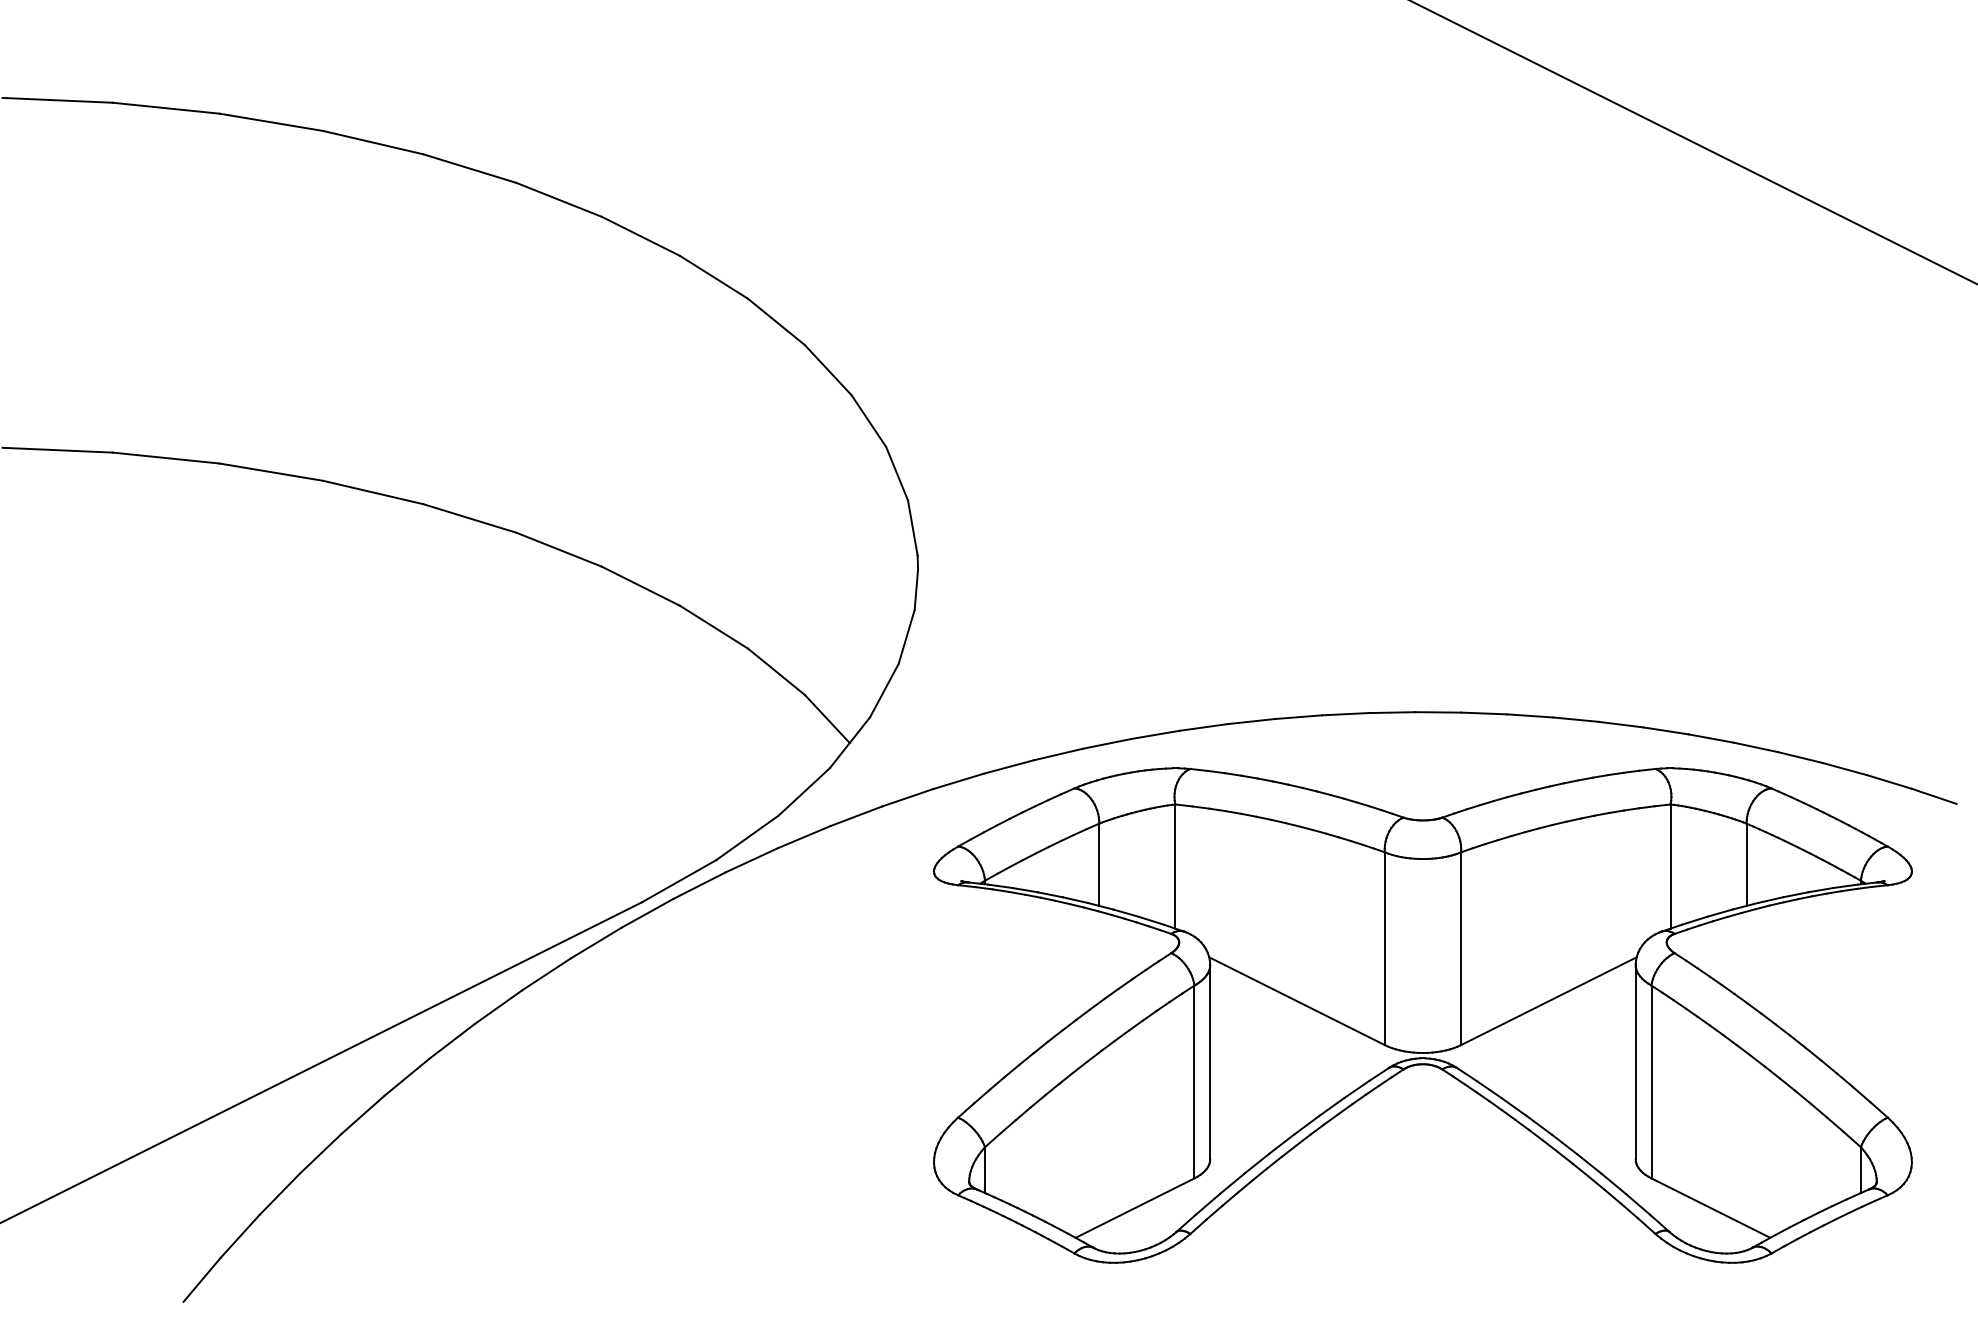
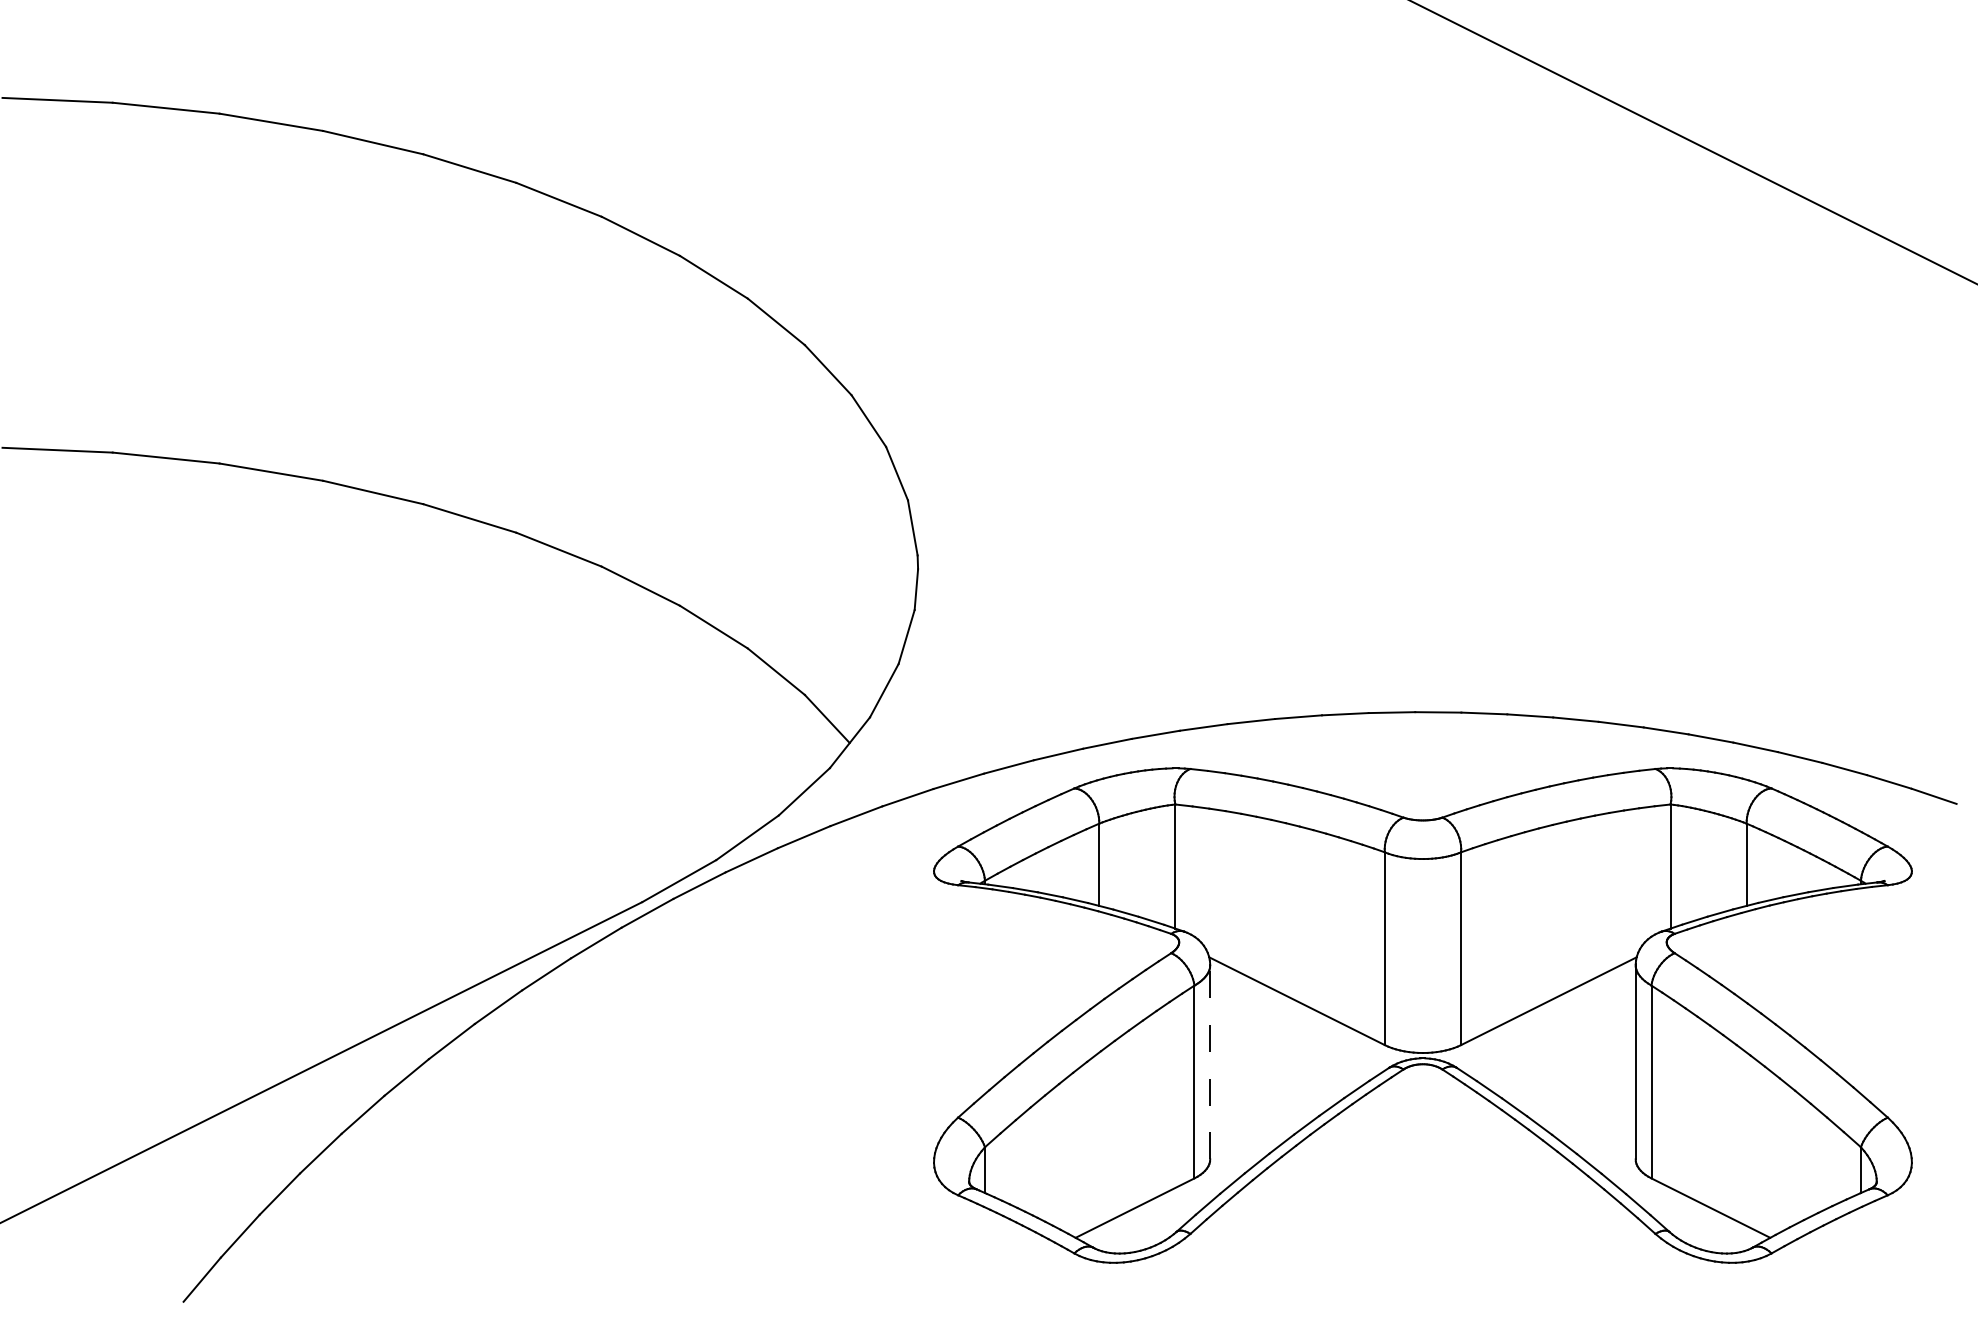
line at (1210, 1062): solid -> dashed
